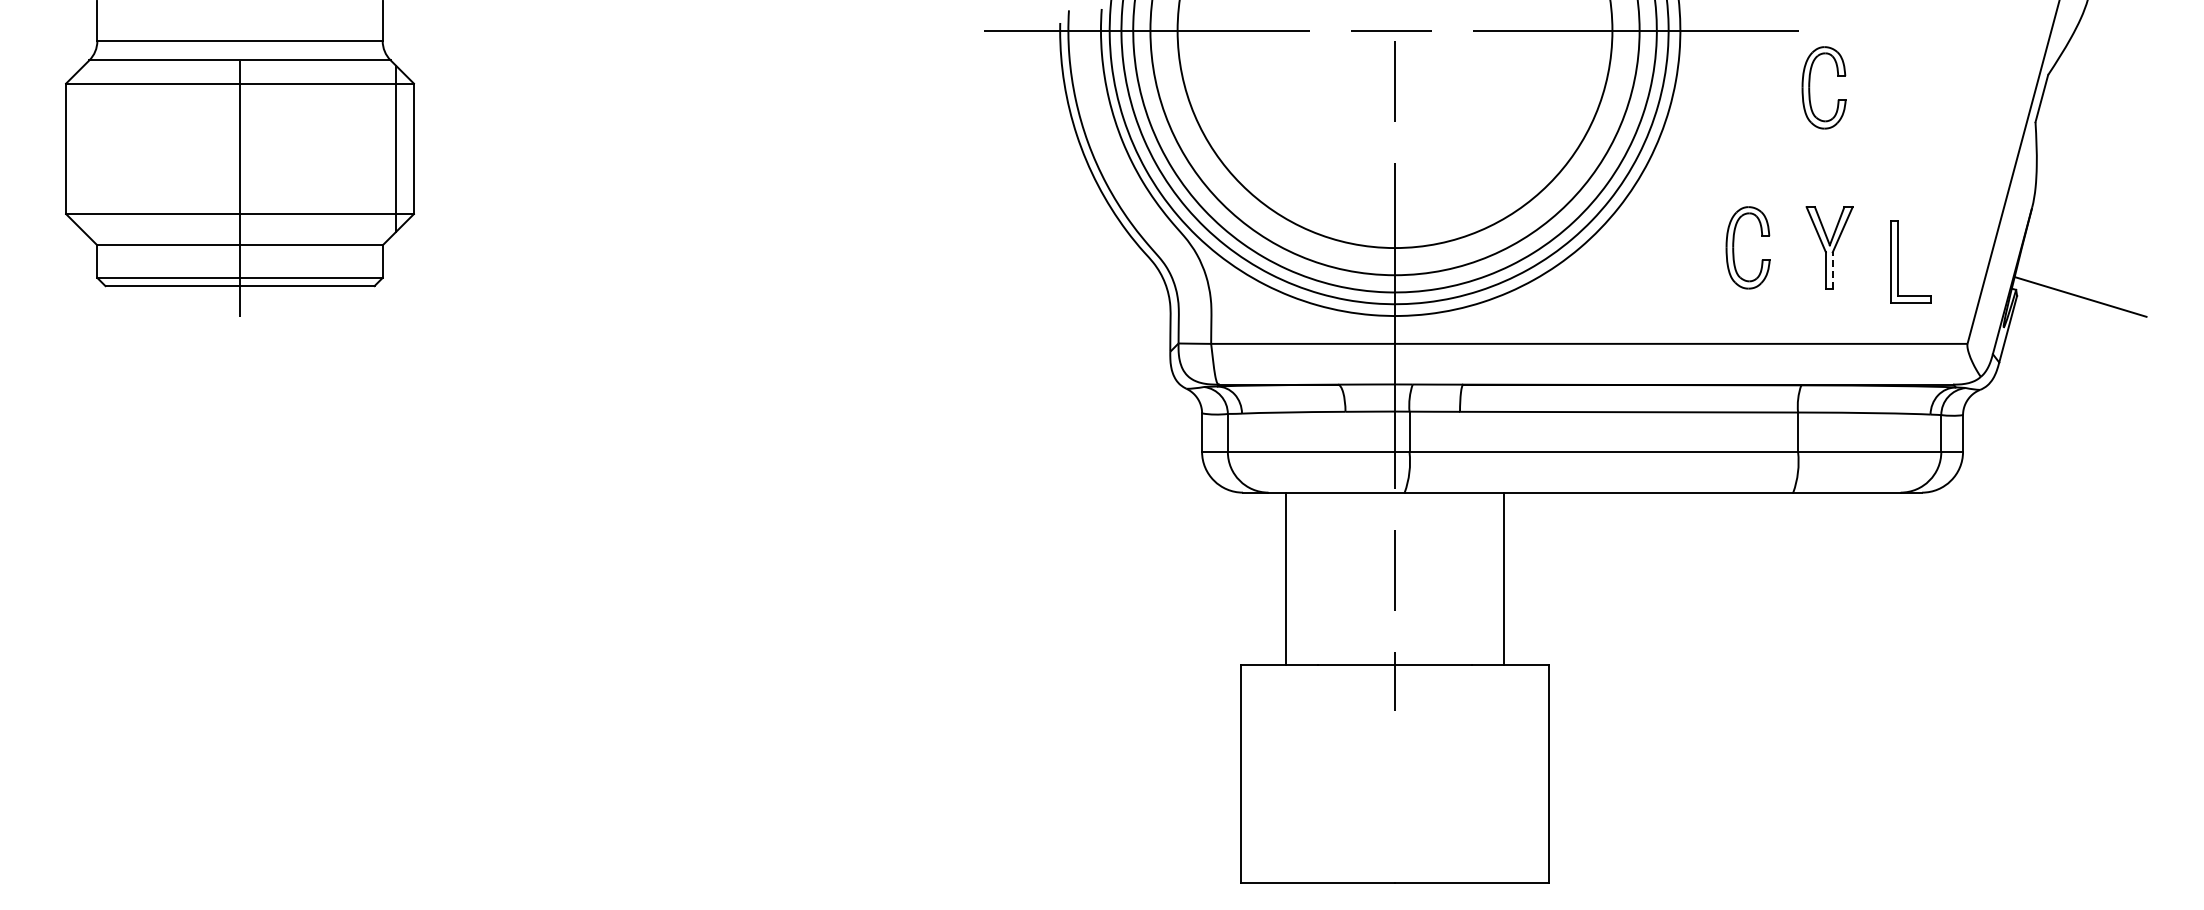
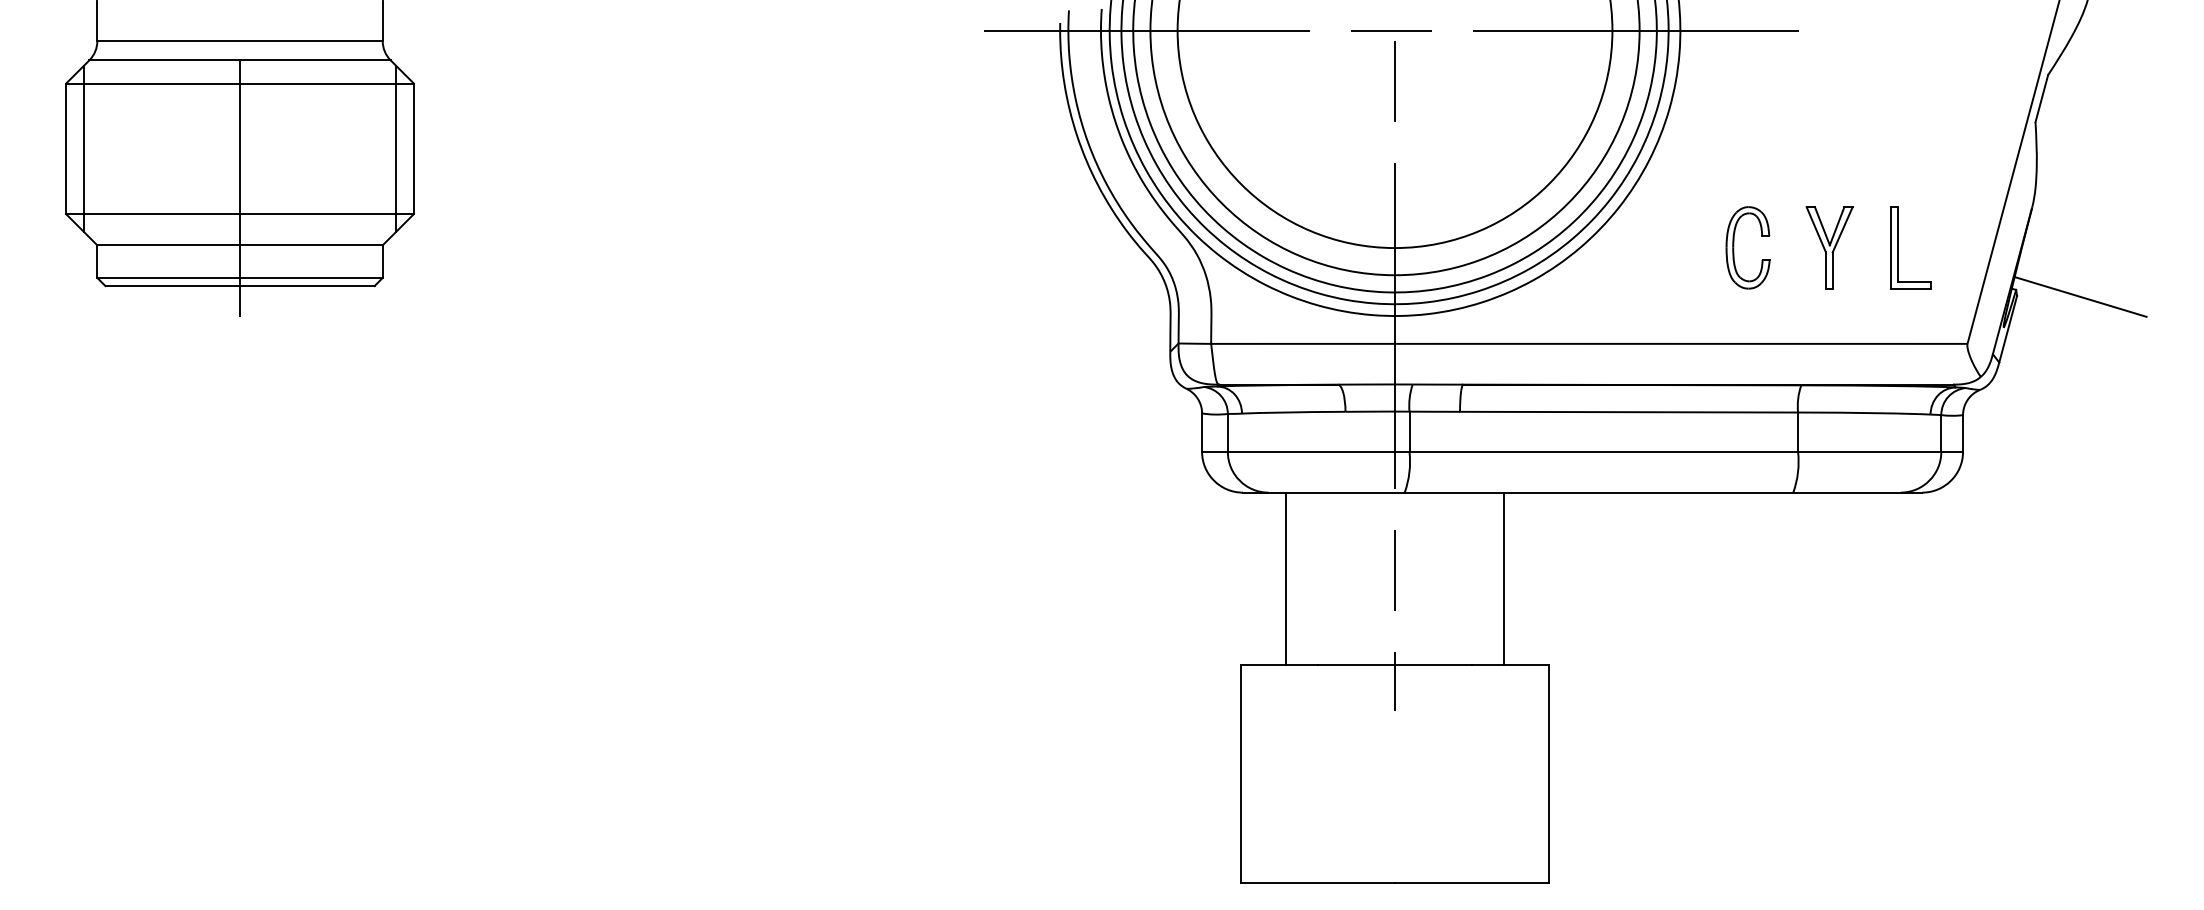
part at (1810, 87): present -> none
line at (83, 148): none -> present
part at (1898, 261) position: (1898, 261) -> (1898, 247)
line at (1832, 270): dashed -> solid
